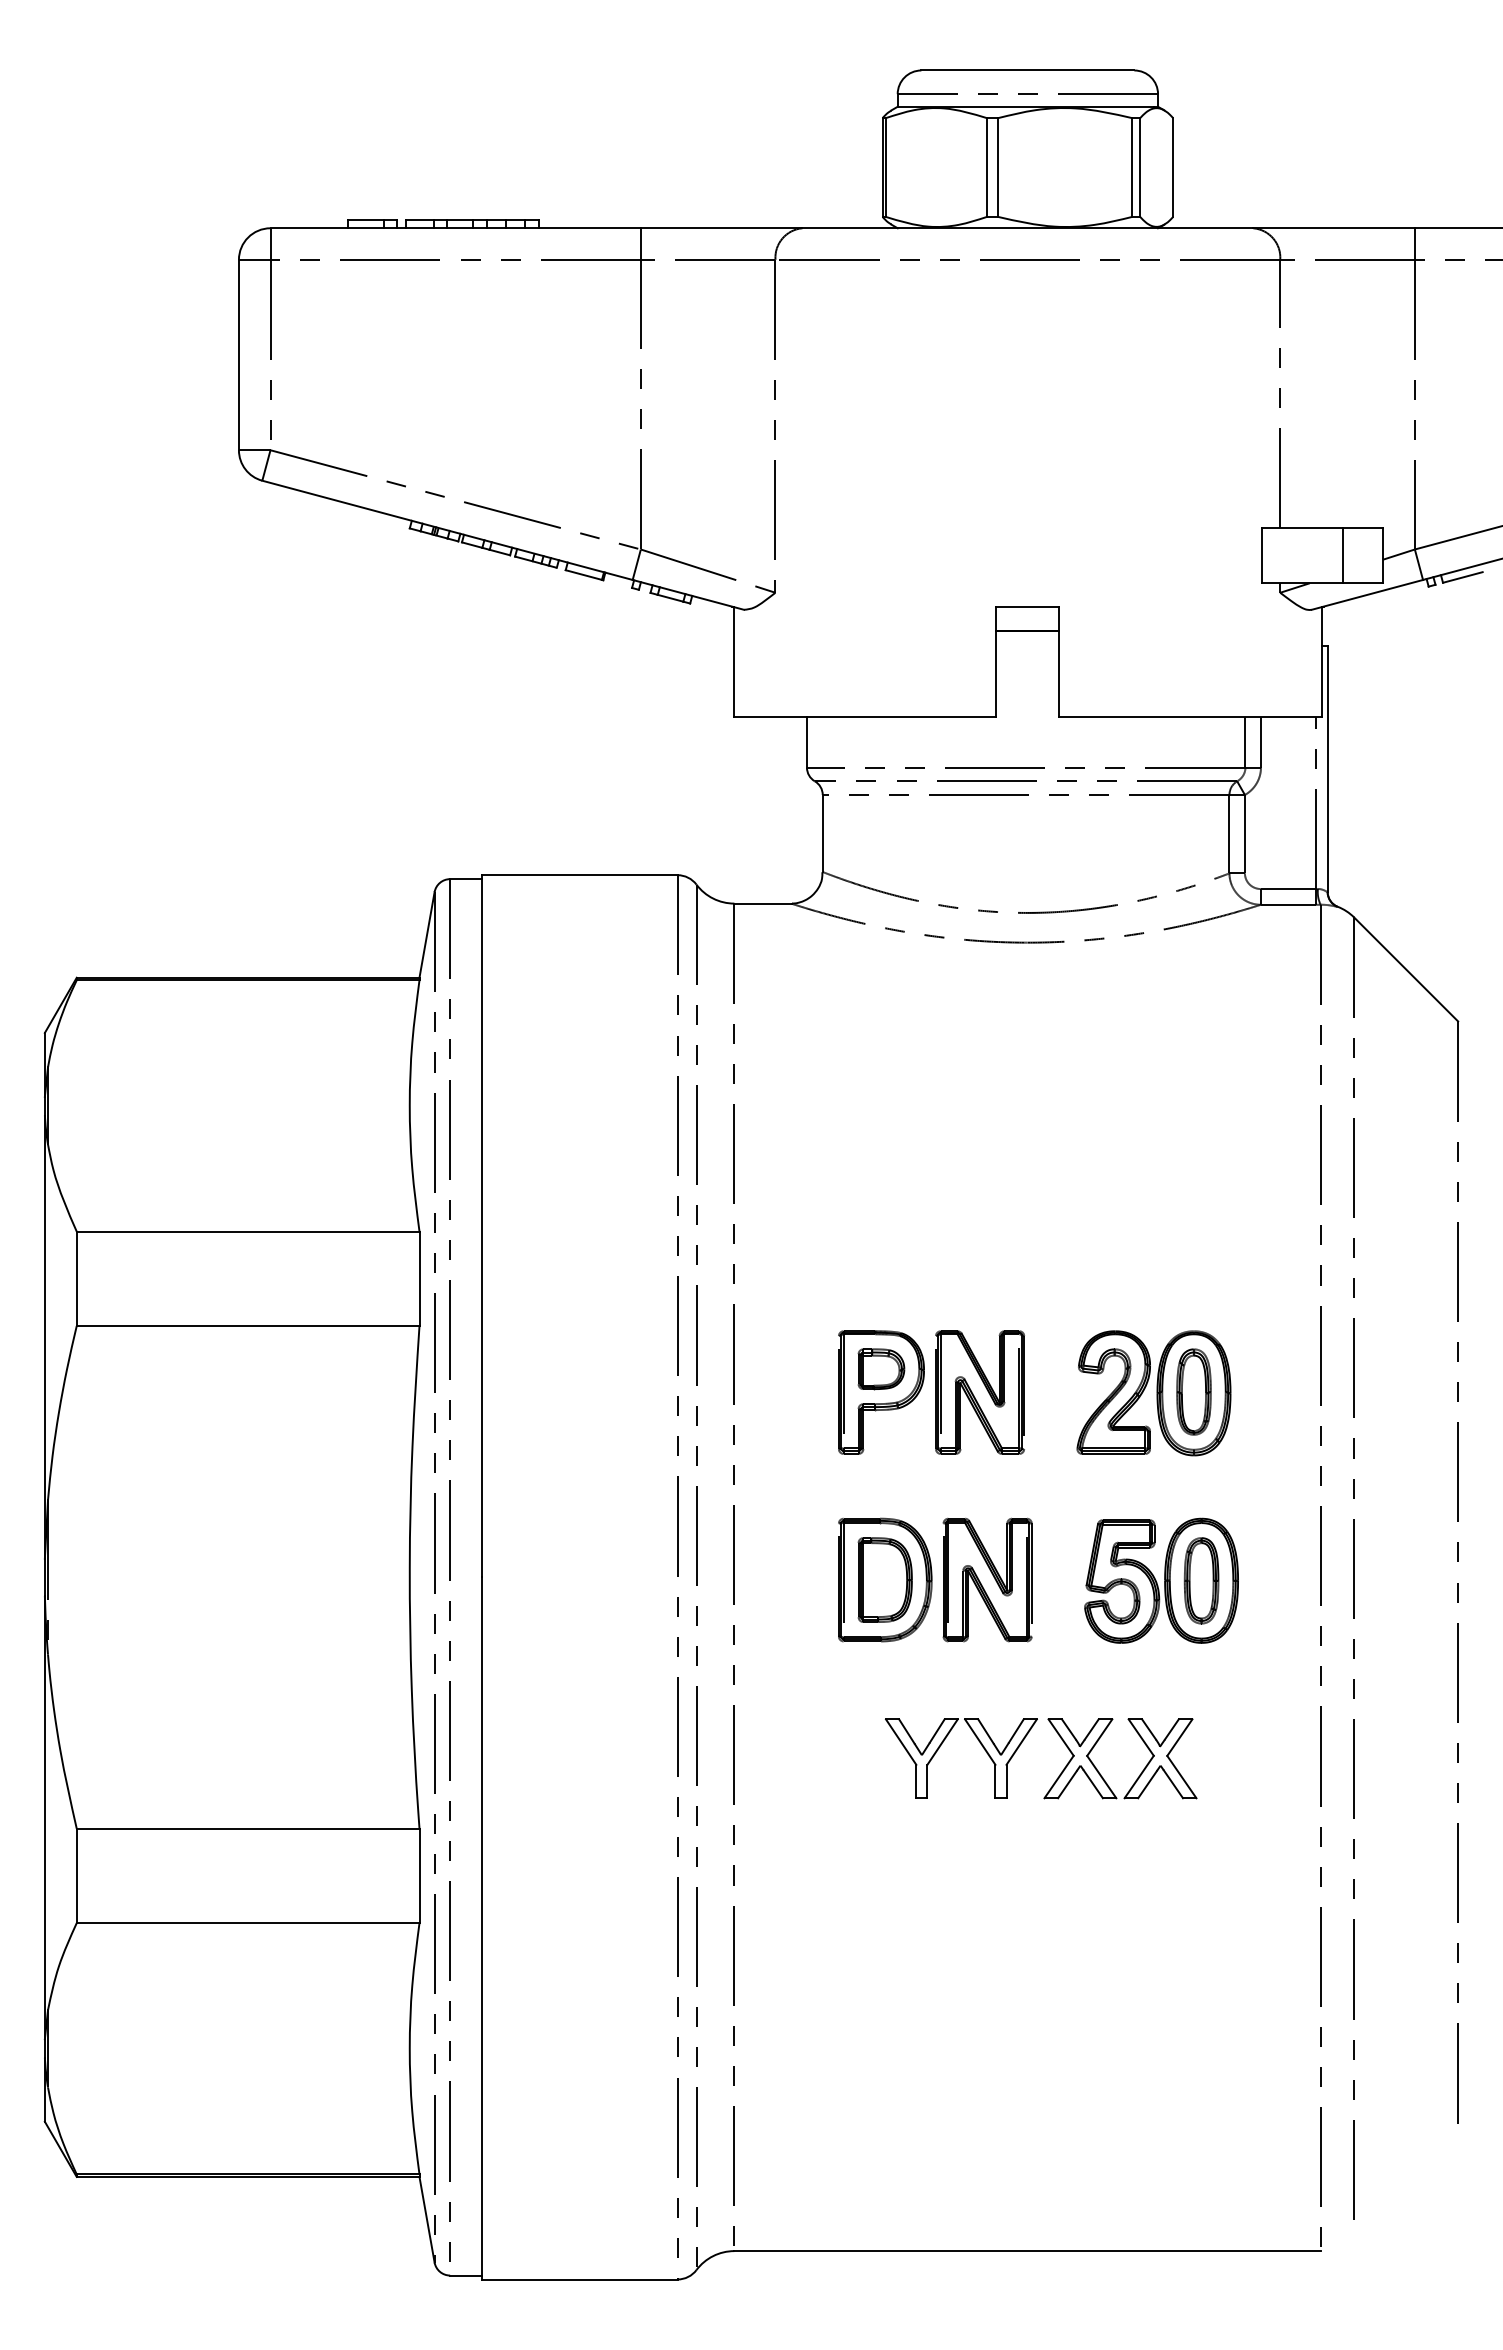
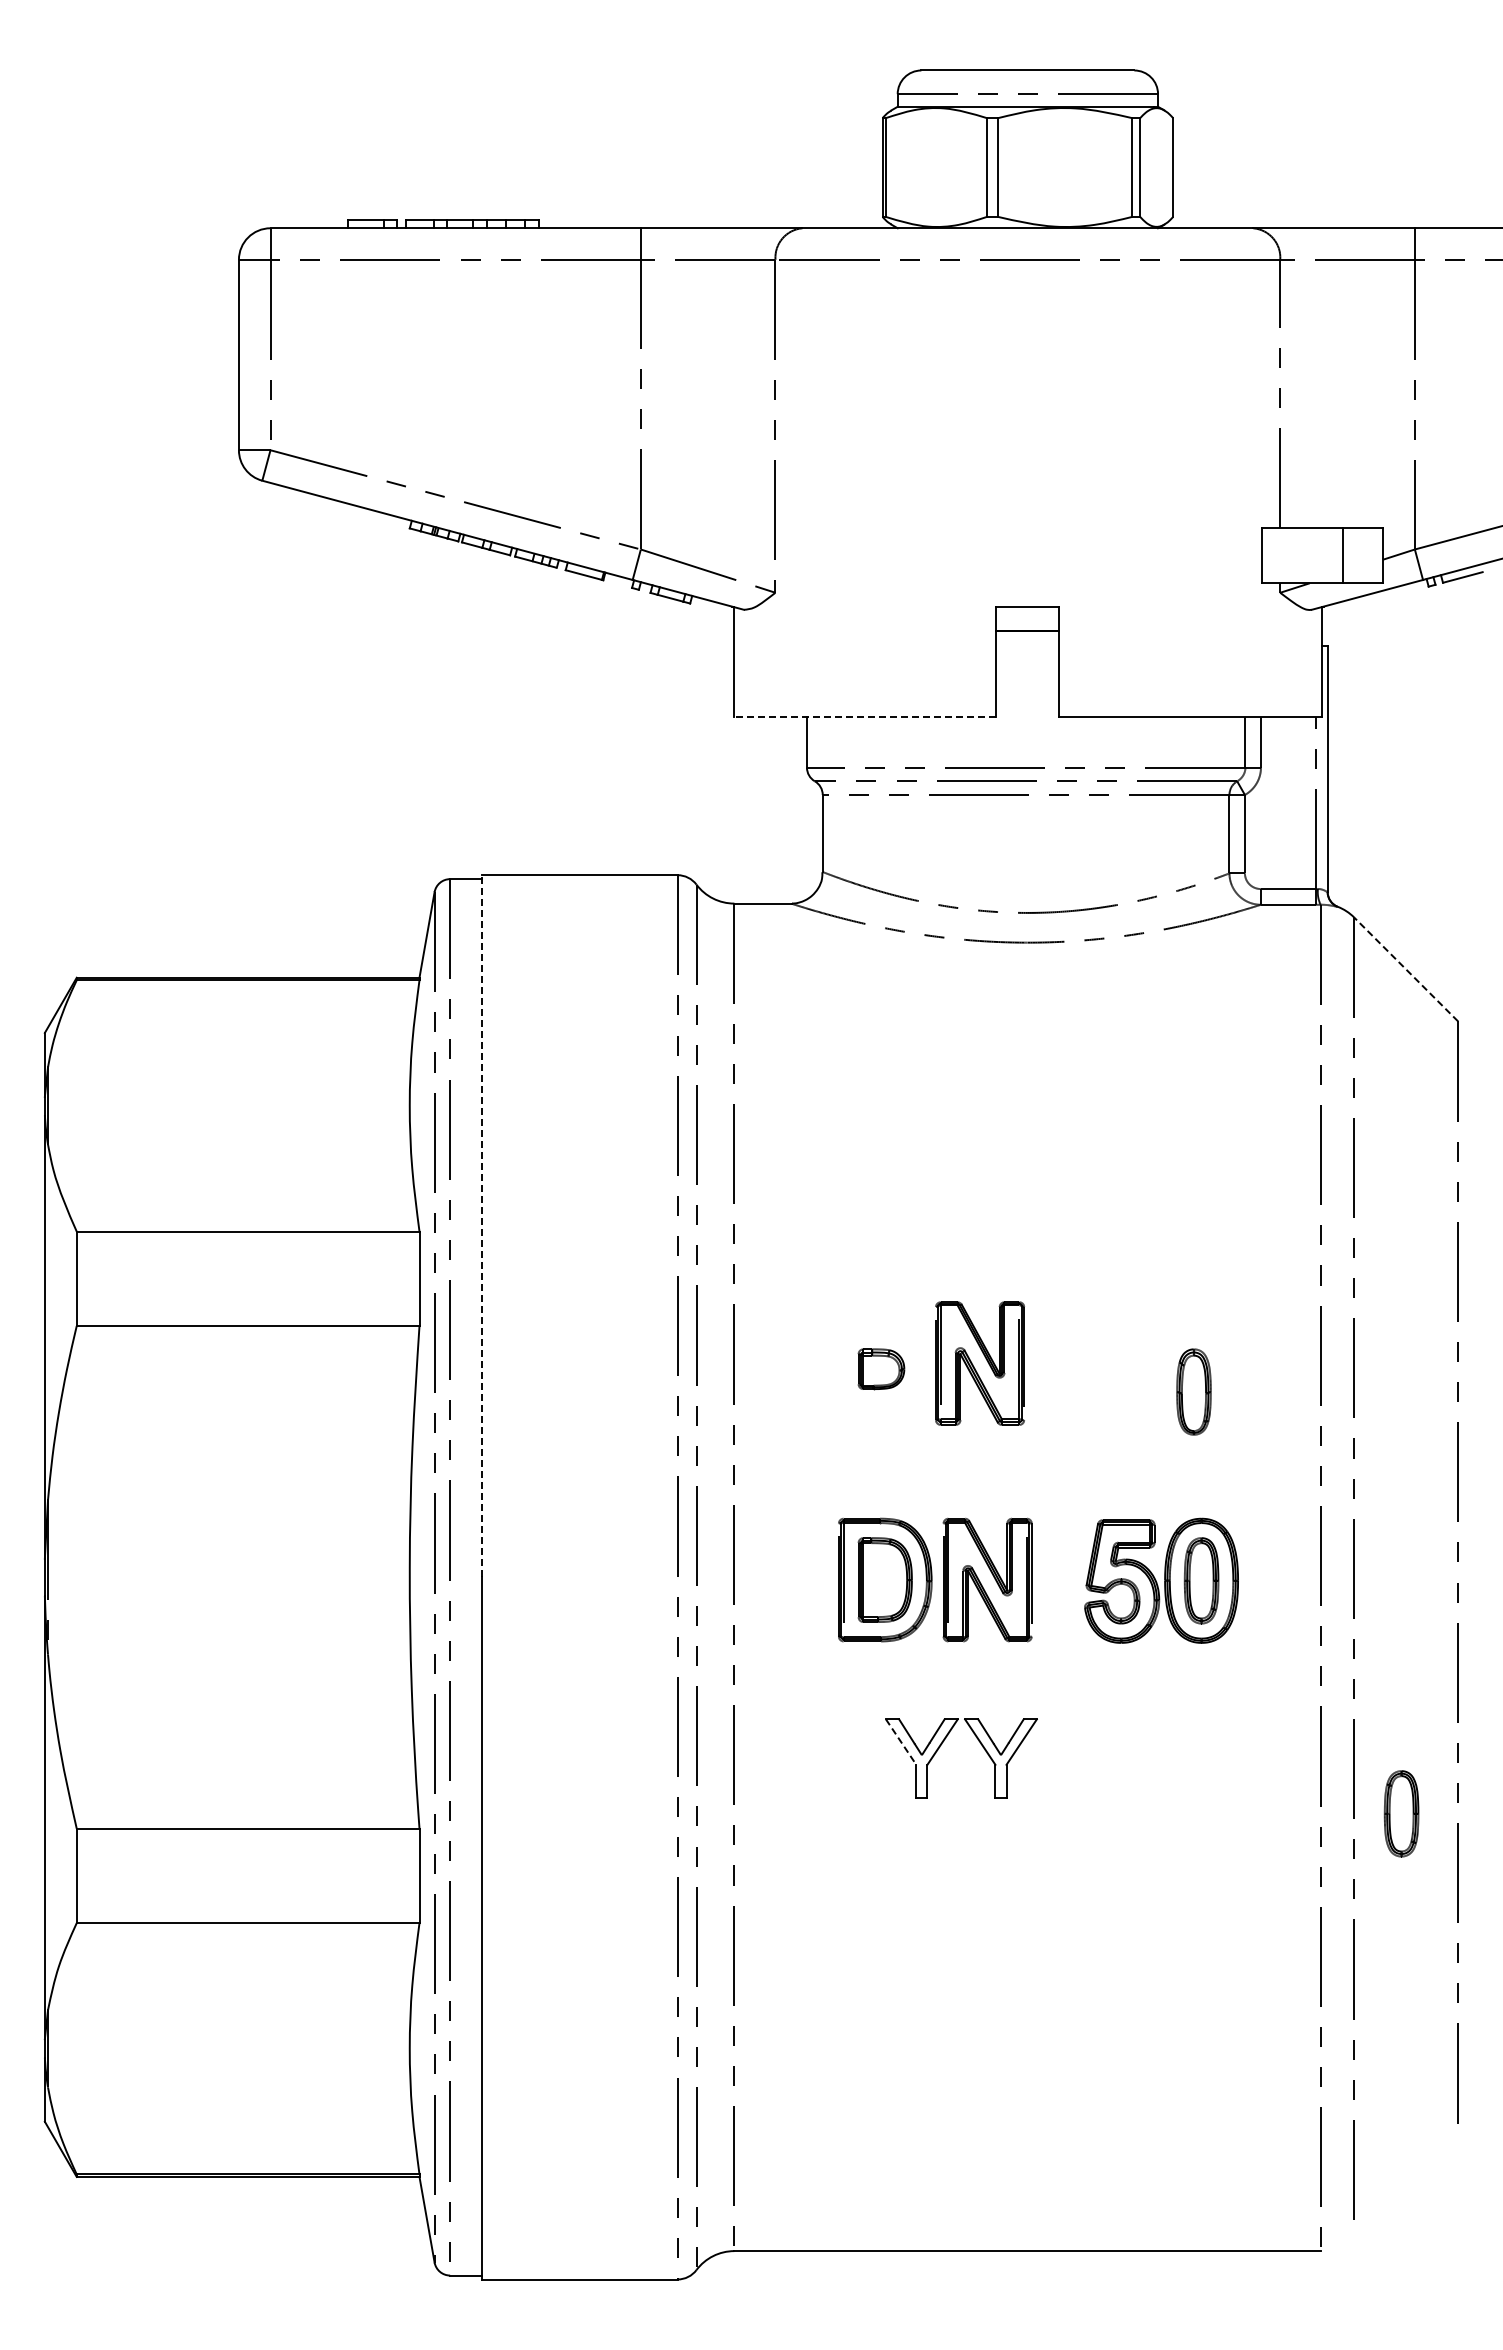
line at (864, 717): solid -> dashed
line at (1406, 969): solid -> dashed
line at (481, 1225): solid -> dashed
part at (881, 1392): present -> none
part at (979, 1392) position: (979, 1392) -> (979, 1363)
part at (1153, 1393): present -> none
line at (901, 1742): solid -> dashed
part at (1099, 1771): present -> none
part at (1401, 1813): none -> present
